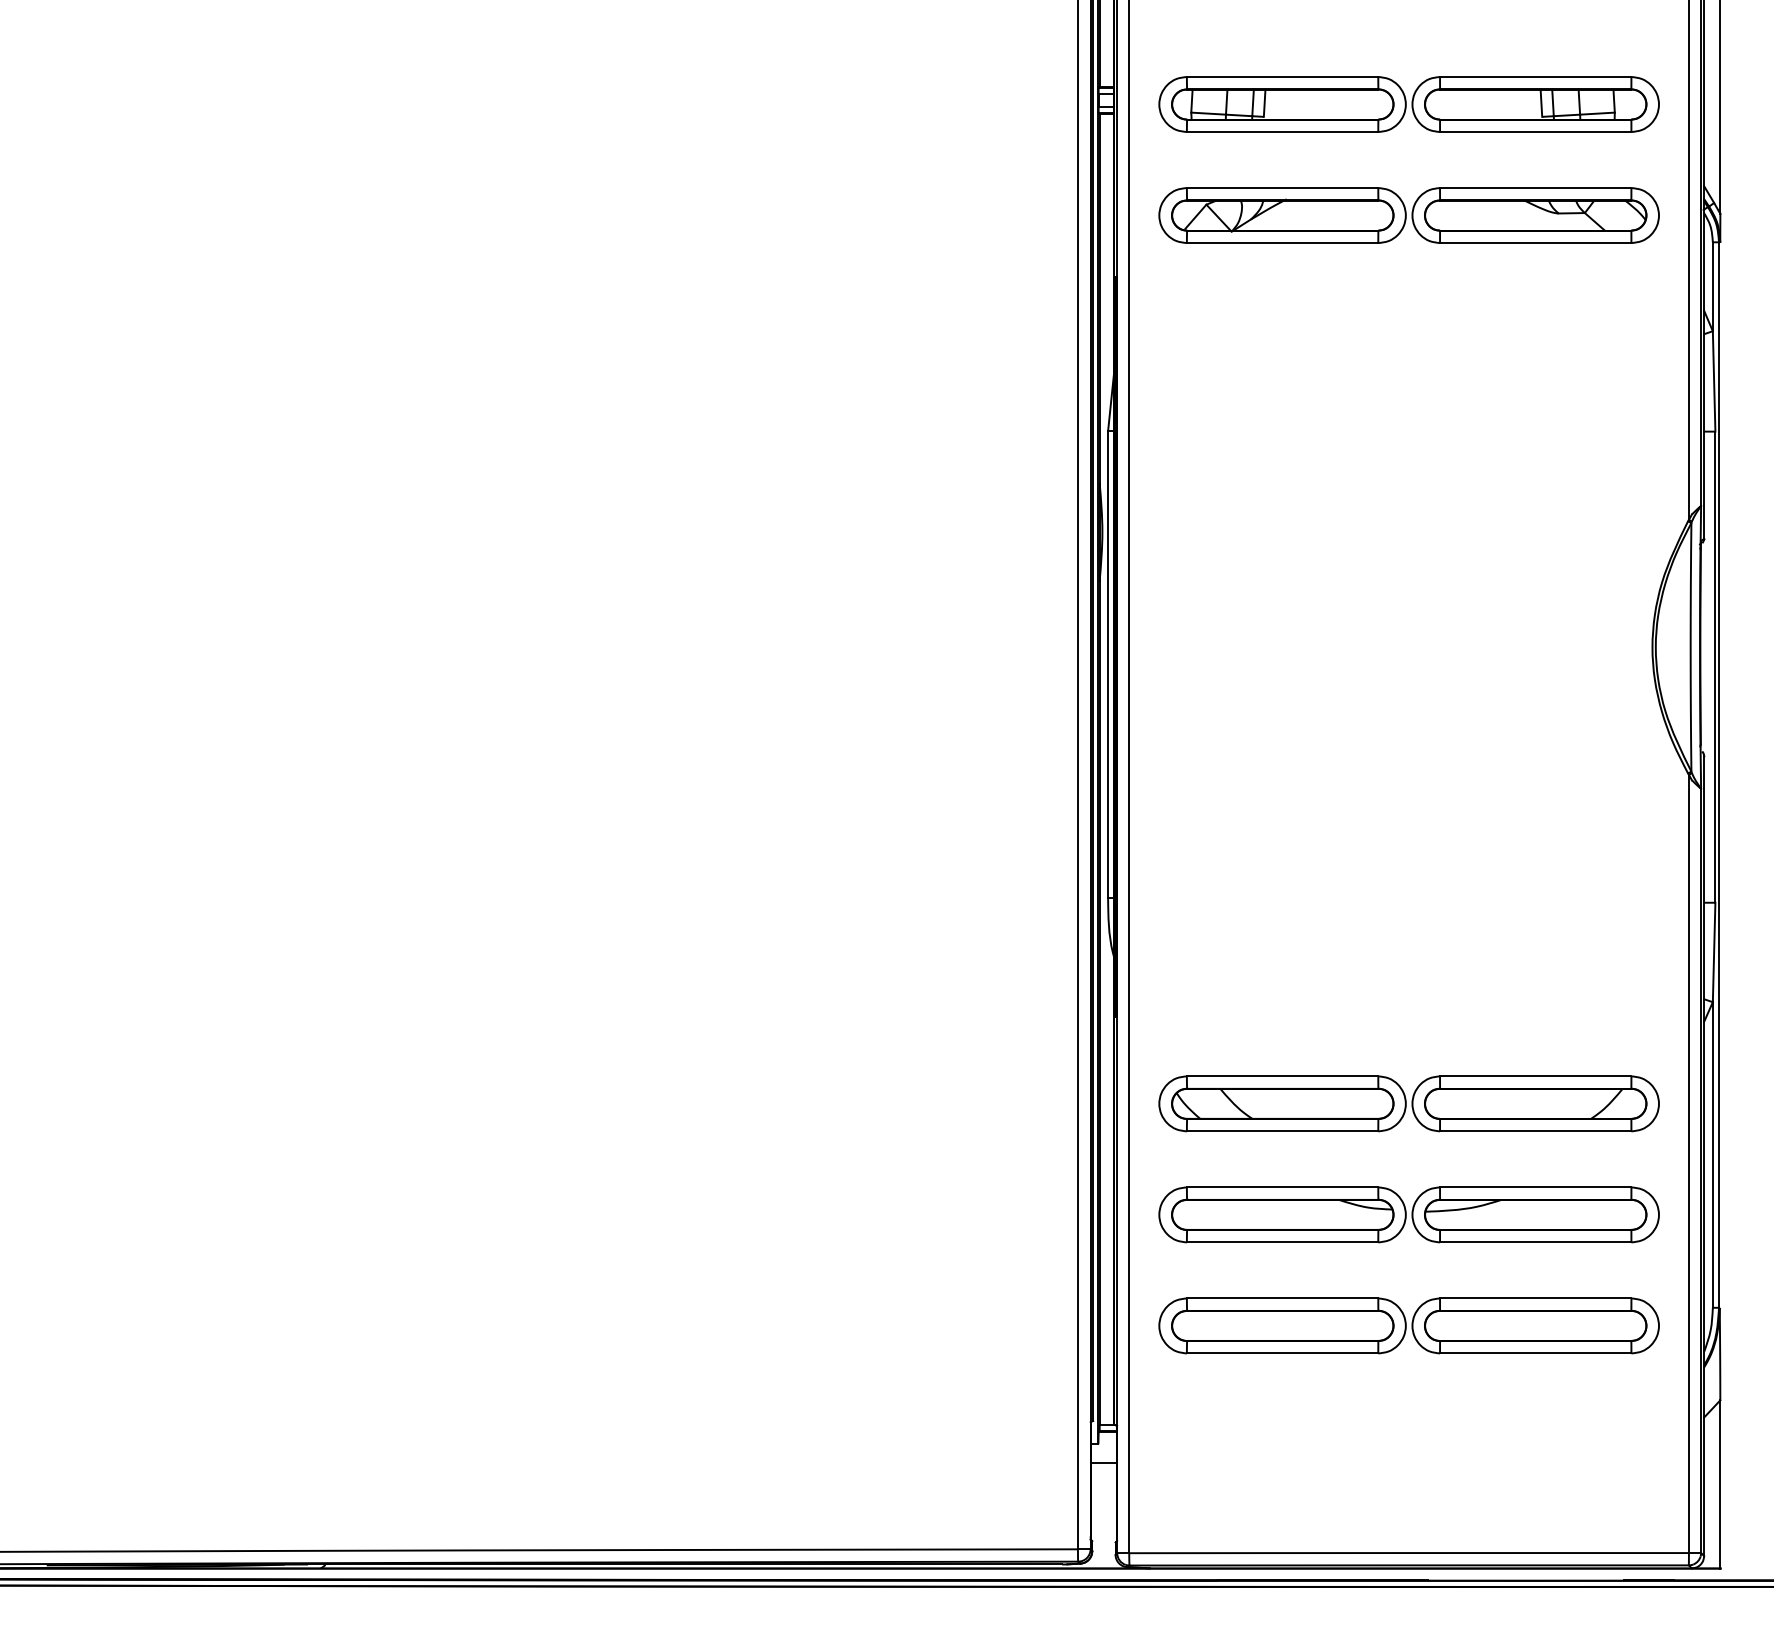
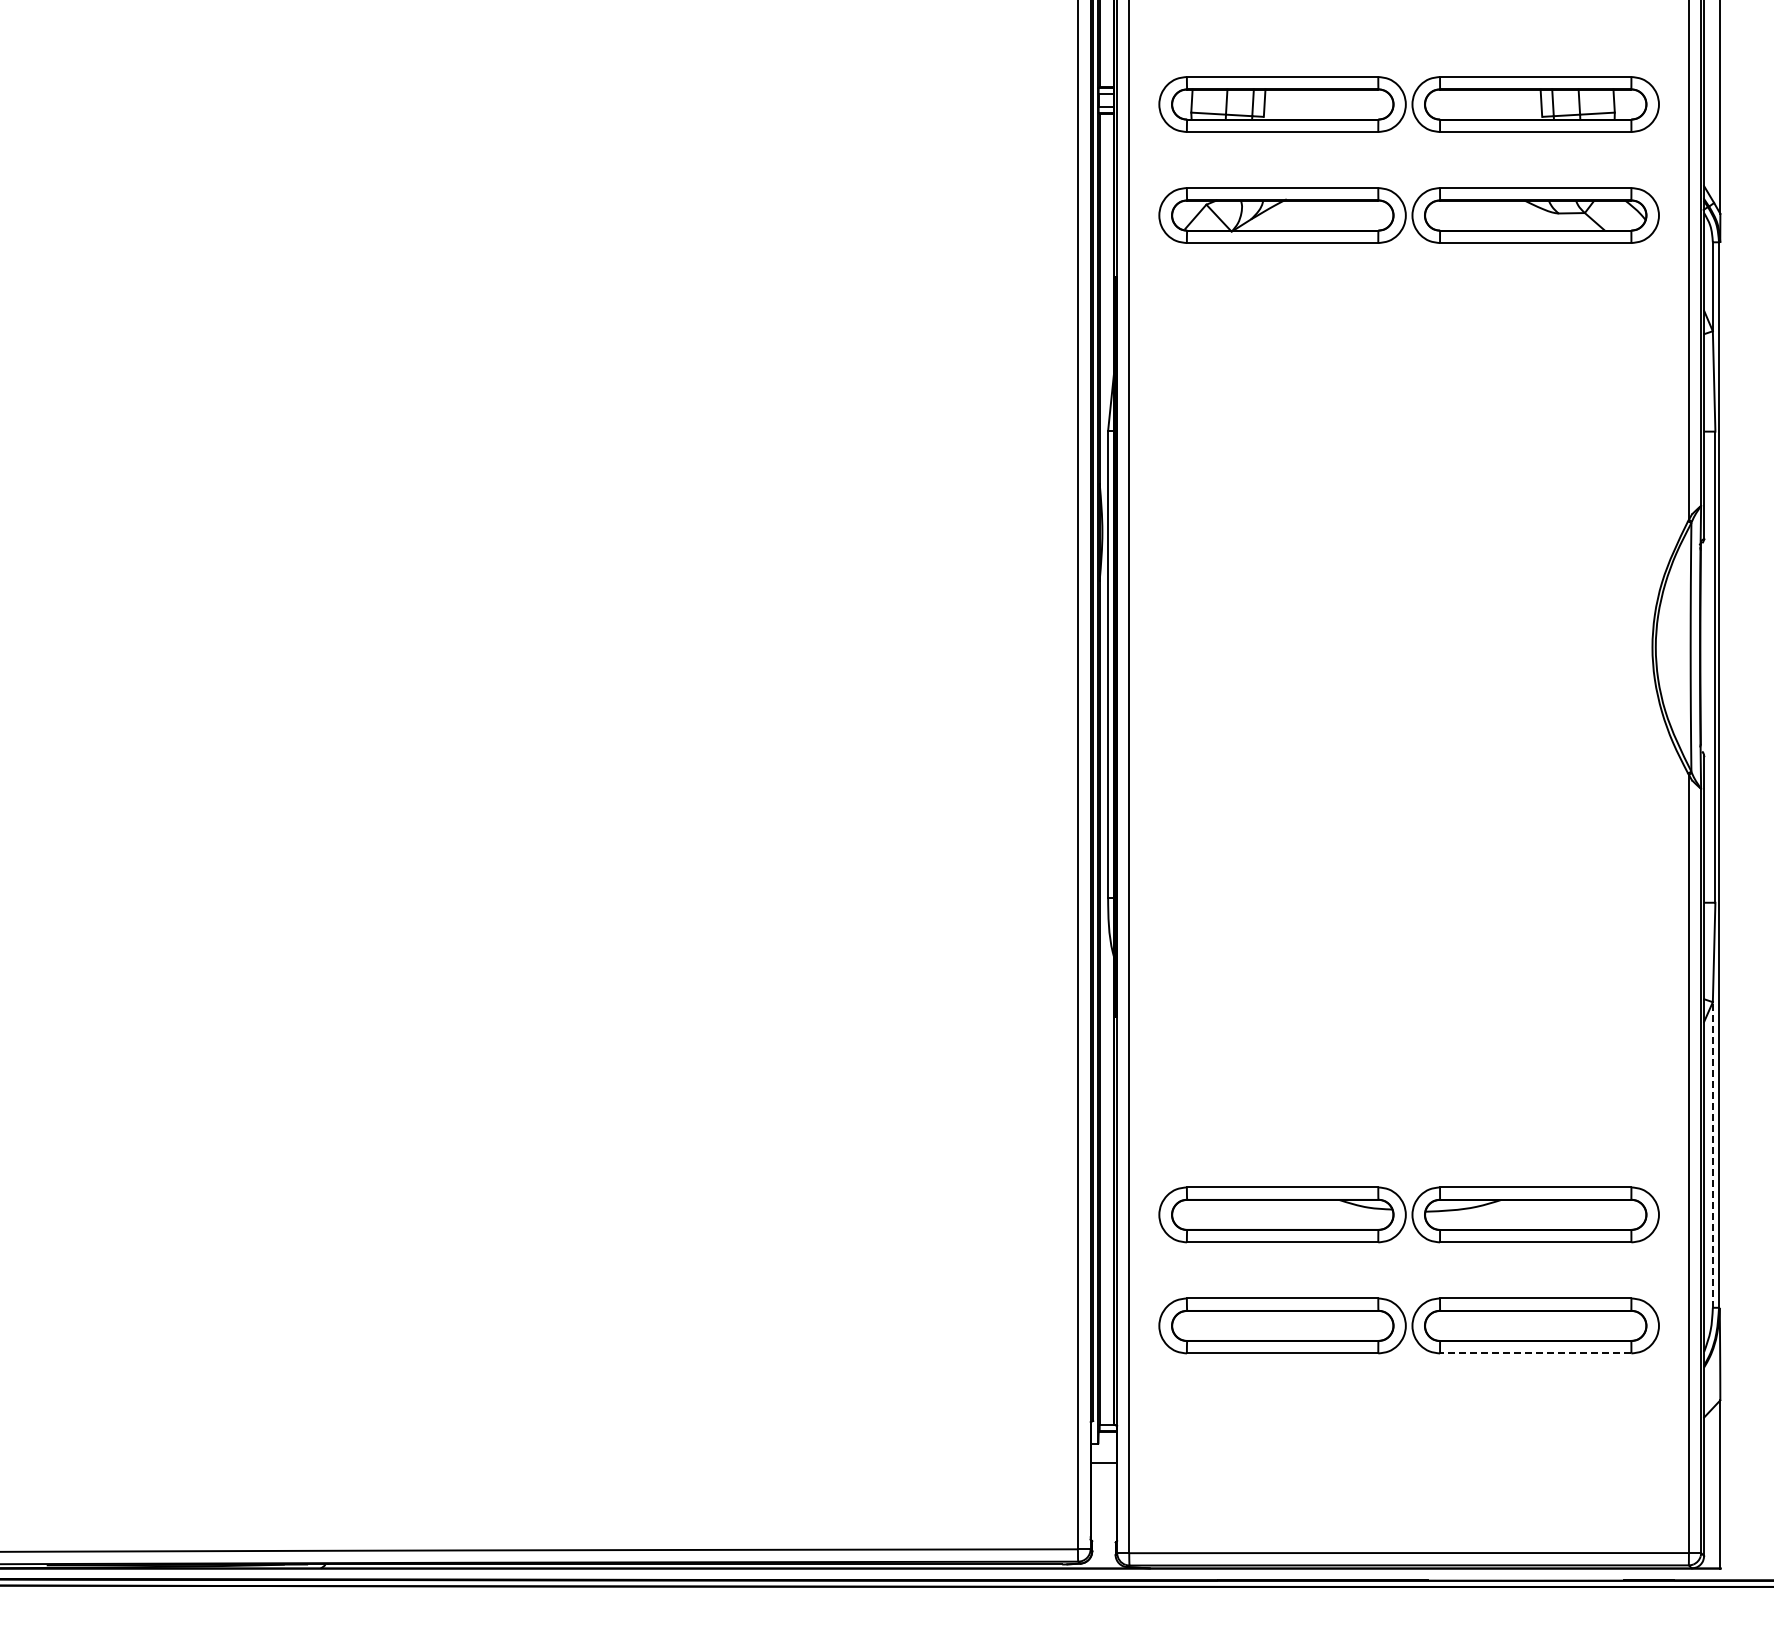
part at (1408, 1103): present -> none
line at (1712, 1154): solid -> dashed
line at (1535, 1353): solid -> dashed
